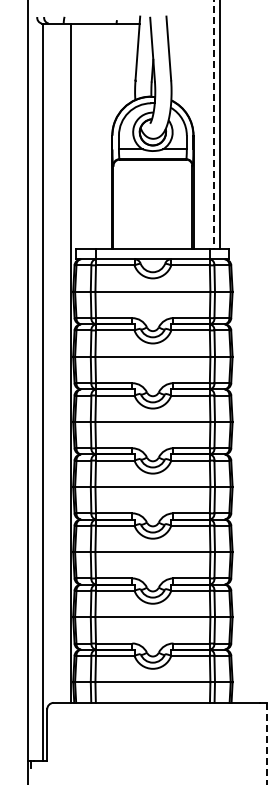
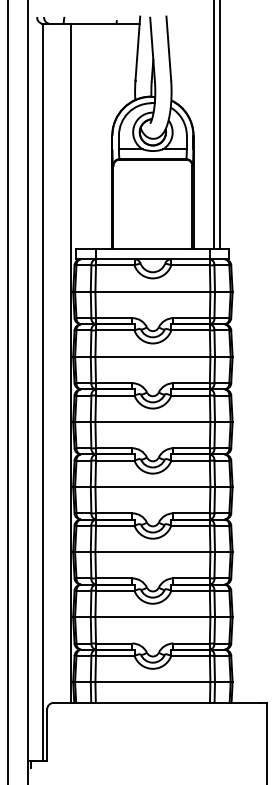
line at (214, 125): dashed -> solid
line at (8, 391): none -> present
line at (266, 743): dashed -> solid
